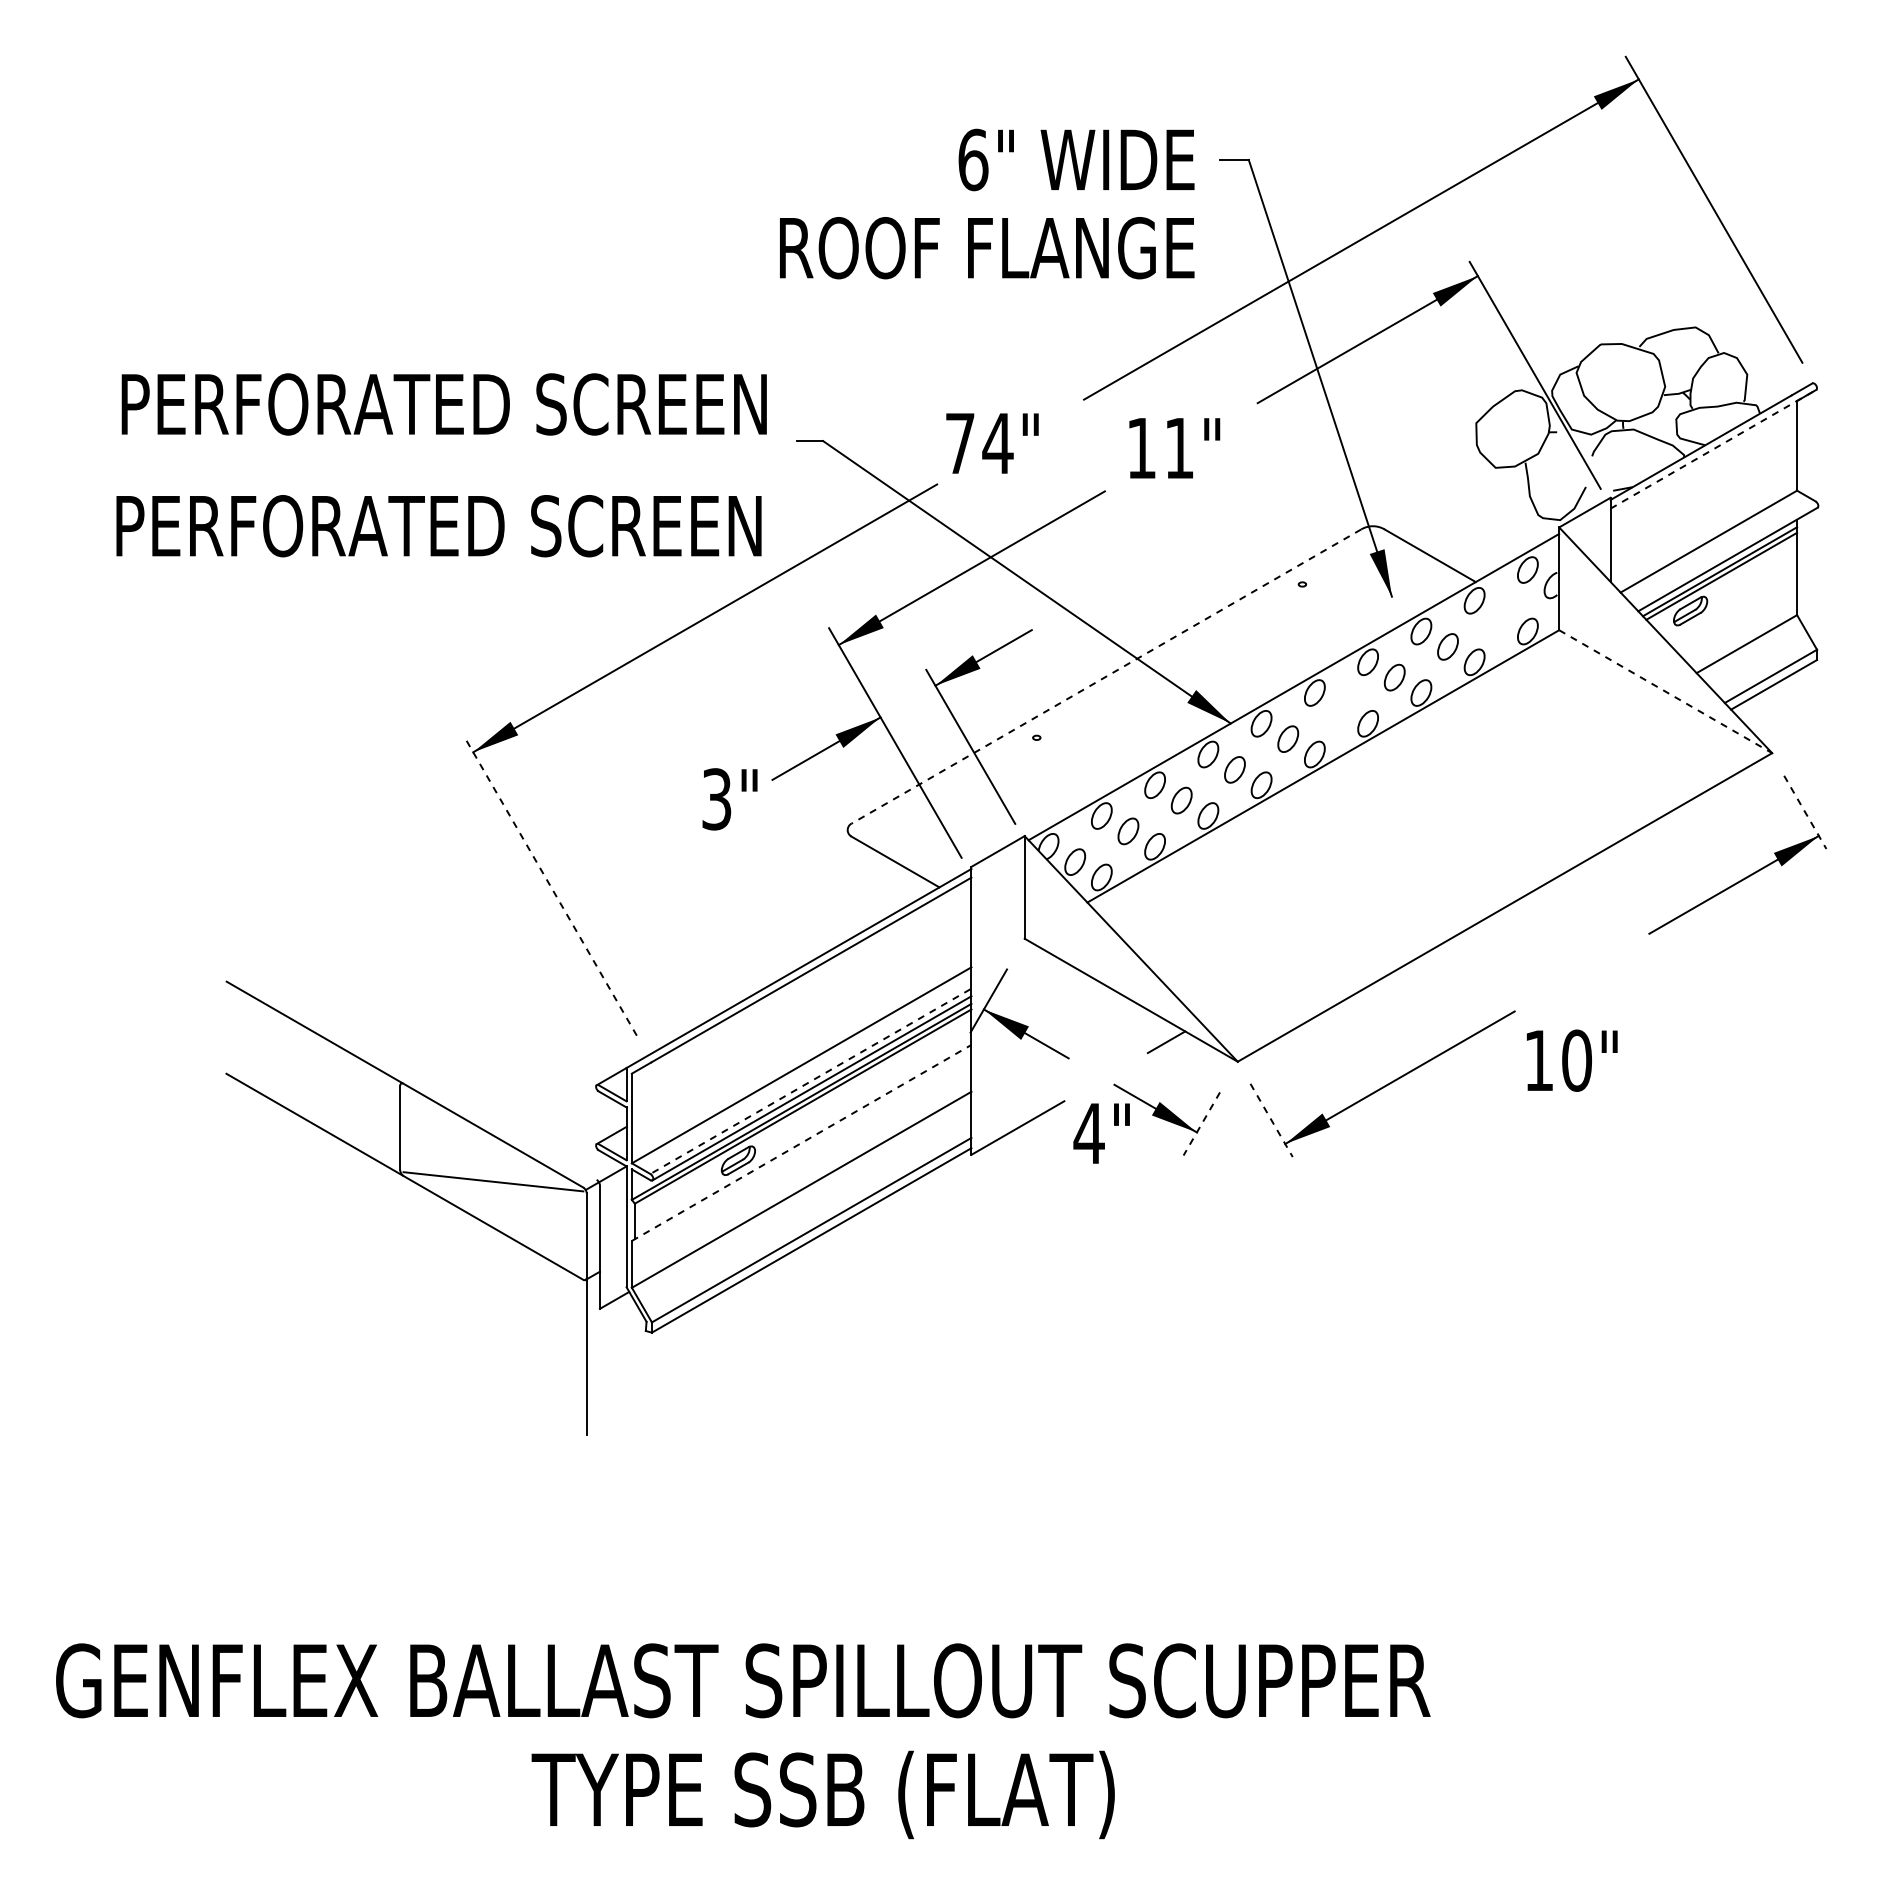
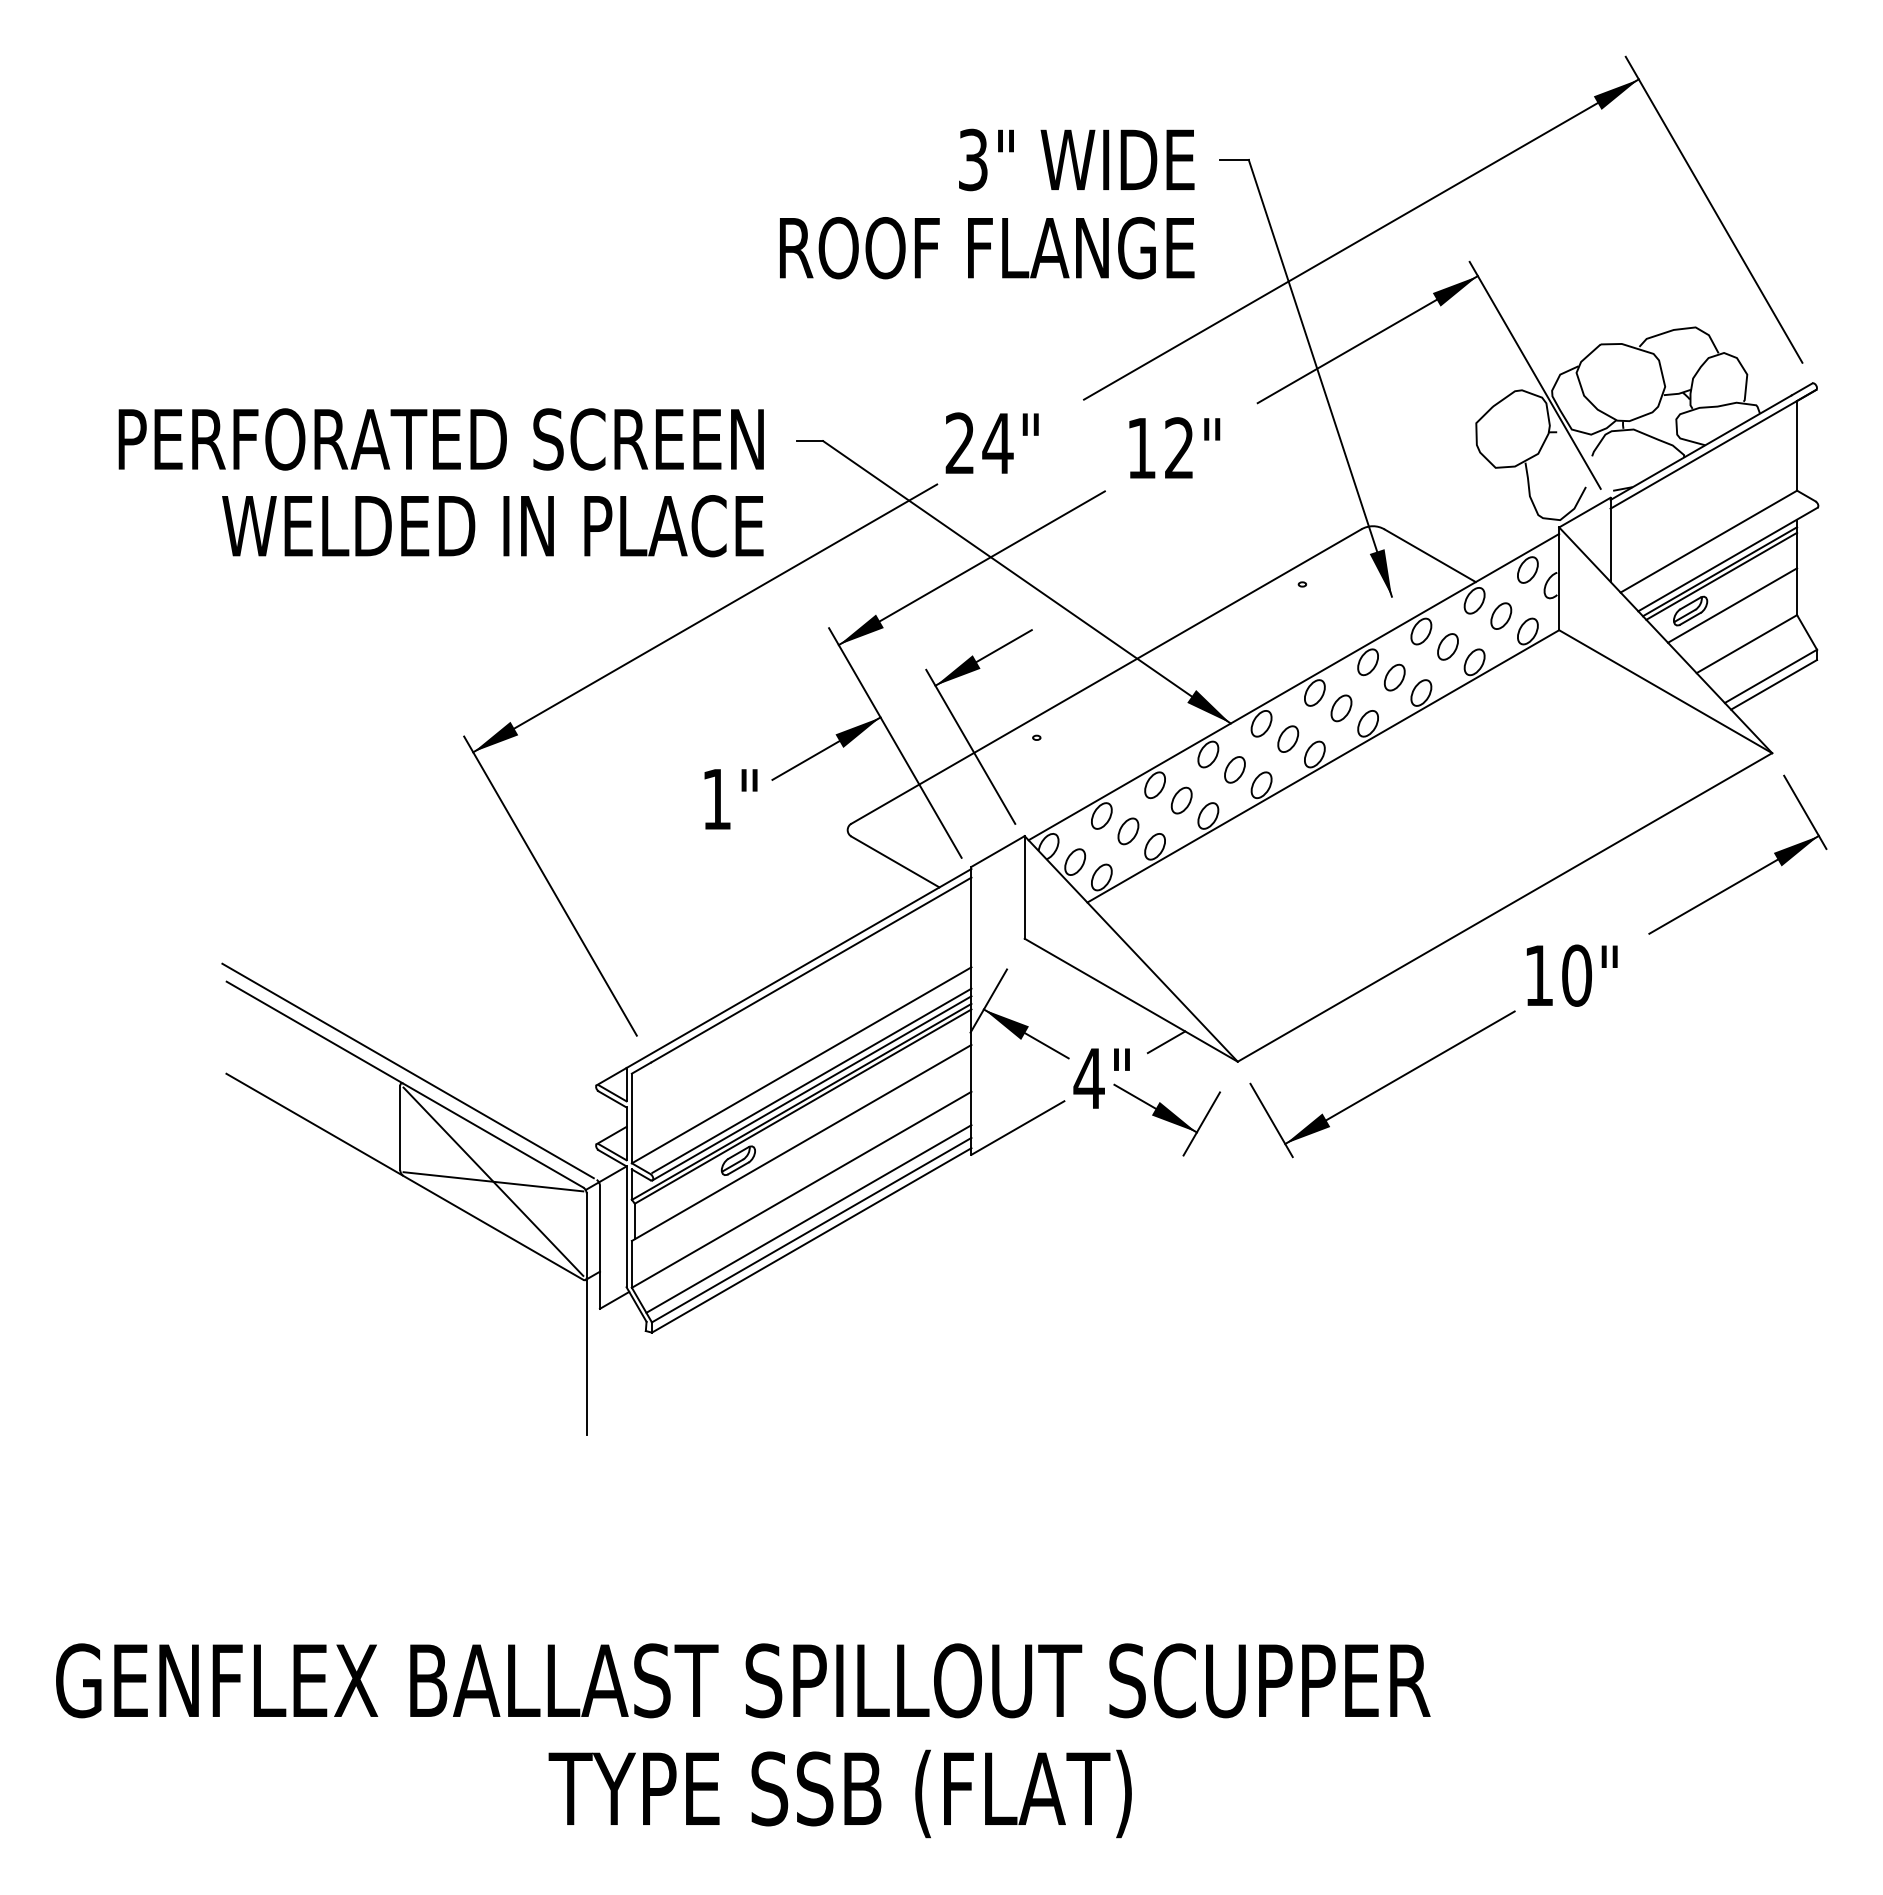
text at (973, 159): 6" -> 3"
text at (443, 404) position: (443, 404) -> (440, 439)
text at (959, 442): 74" -> 24"
text at (1179, 447): 11" -> 12"
line at (1713, 449): dashed -> solid
text at (439, 526): PERFORATED SCREEN -> WELDED IN PLACE
line at (1732, 605): none -> present
circle at (1501, 615): none -> present
line at (1105, 676): dashed -> solid
line at (1665, 691): dashed -> solid
circle at (1341, 708): none -> present
text at (716, 799): 3" -> 1"
line at (1805, 812): dashed -> solid
line at (550, 886): dashed -> solid
text at (1571, 1060) position: (1571, 1060) -> (1571, 975)
line at (407, 1070): none -> present
line at (812, 1080): dashed -> solid
line at (1271, 1120): dashed -> solid
line at (1201, 1124): dashed -> solid
text at (1101, 1133) position: (1101, 1133) -> (1101, 1078)
line at (802, 1142): dashed -> solid
line at (493, 1181): none -> present
line at (808, 1218): none -> present
text at (822, 1794) position: (822, 1794) -> (839, 1793)
